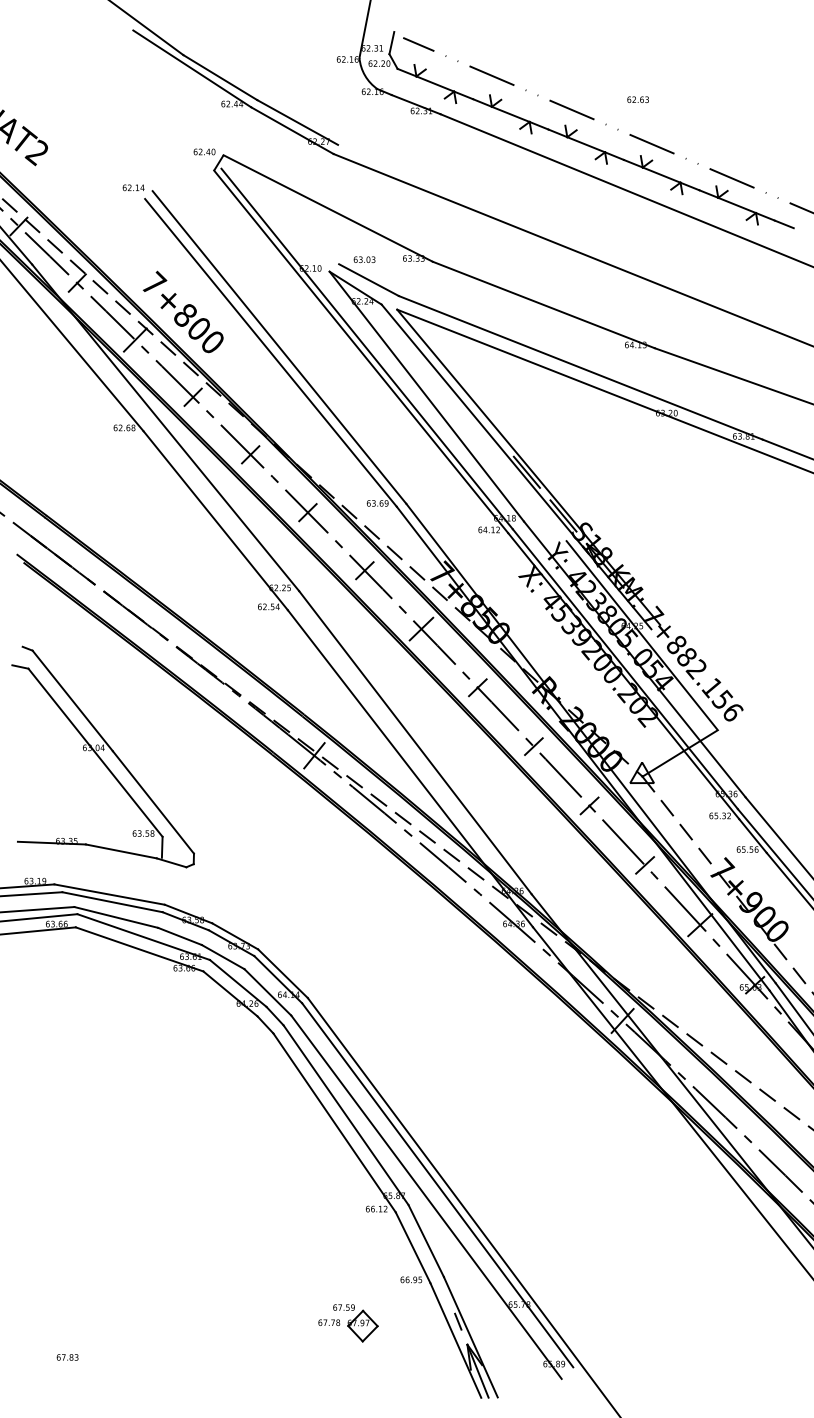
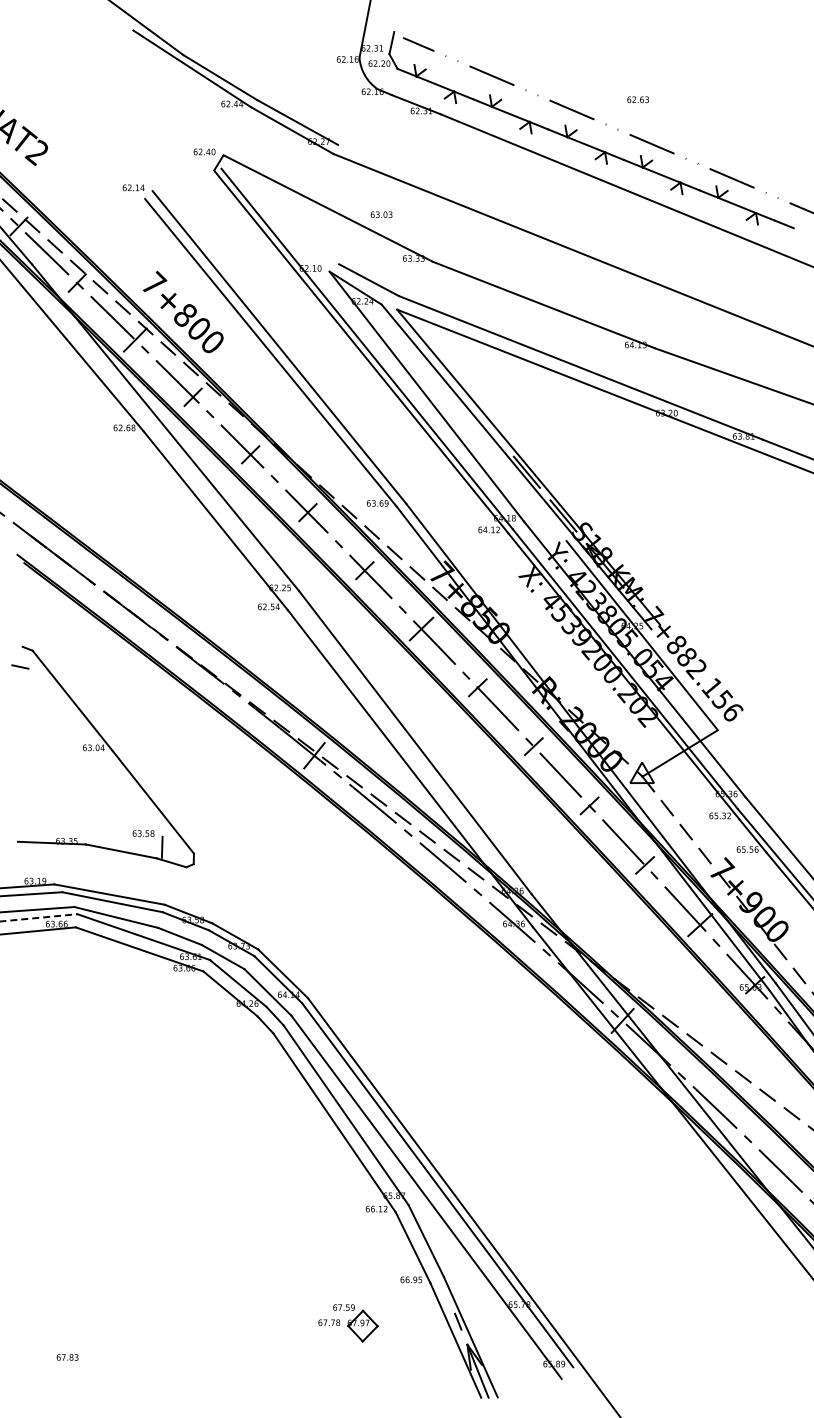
text at (364, 259) position: (364, 259) -> (381, 214)
line at (95, 752): present -> none
line at (38, 917): solid -> dashed
